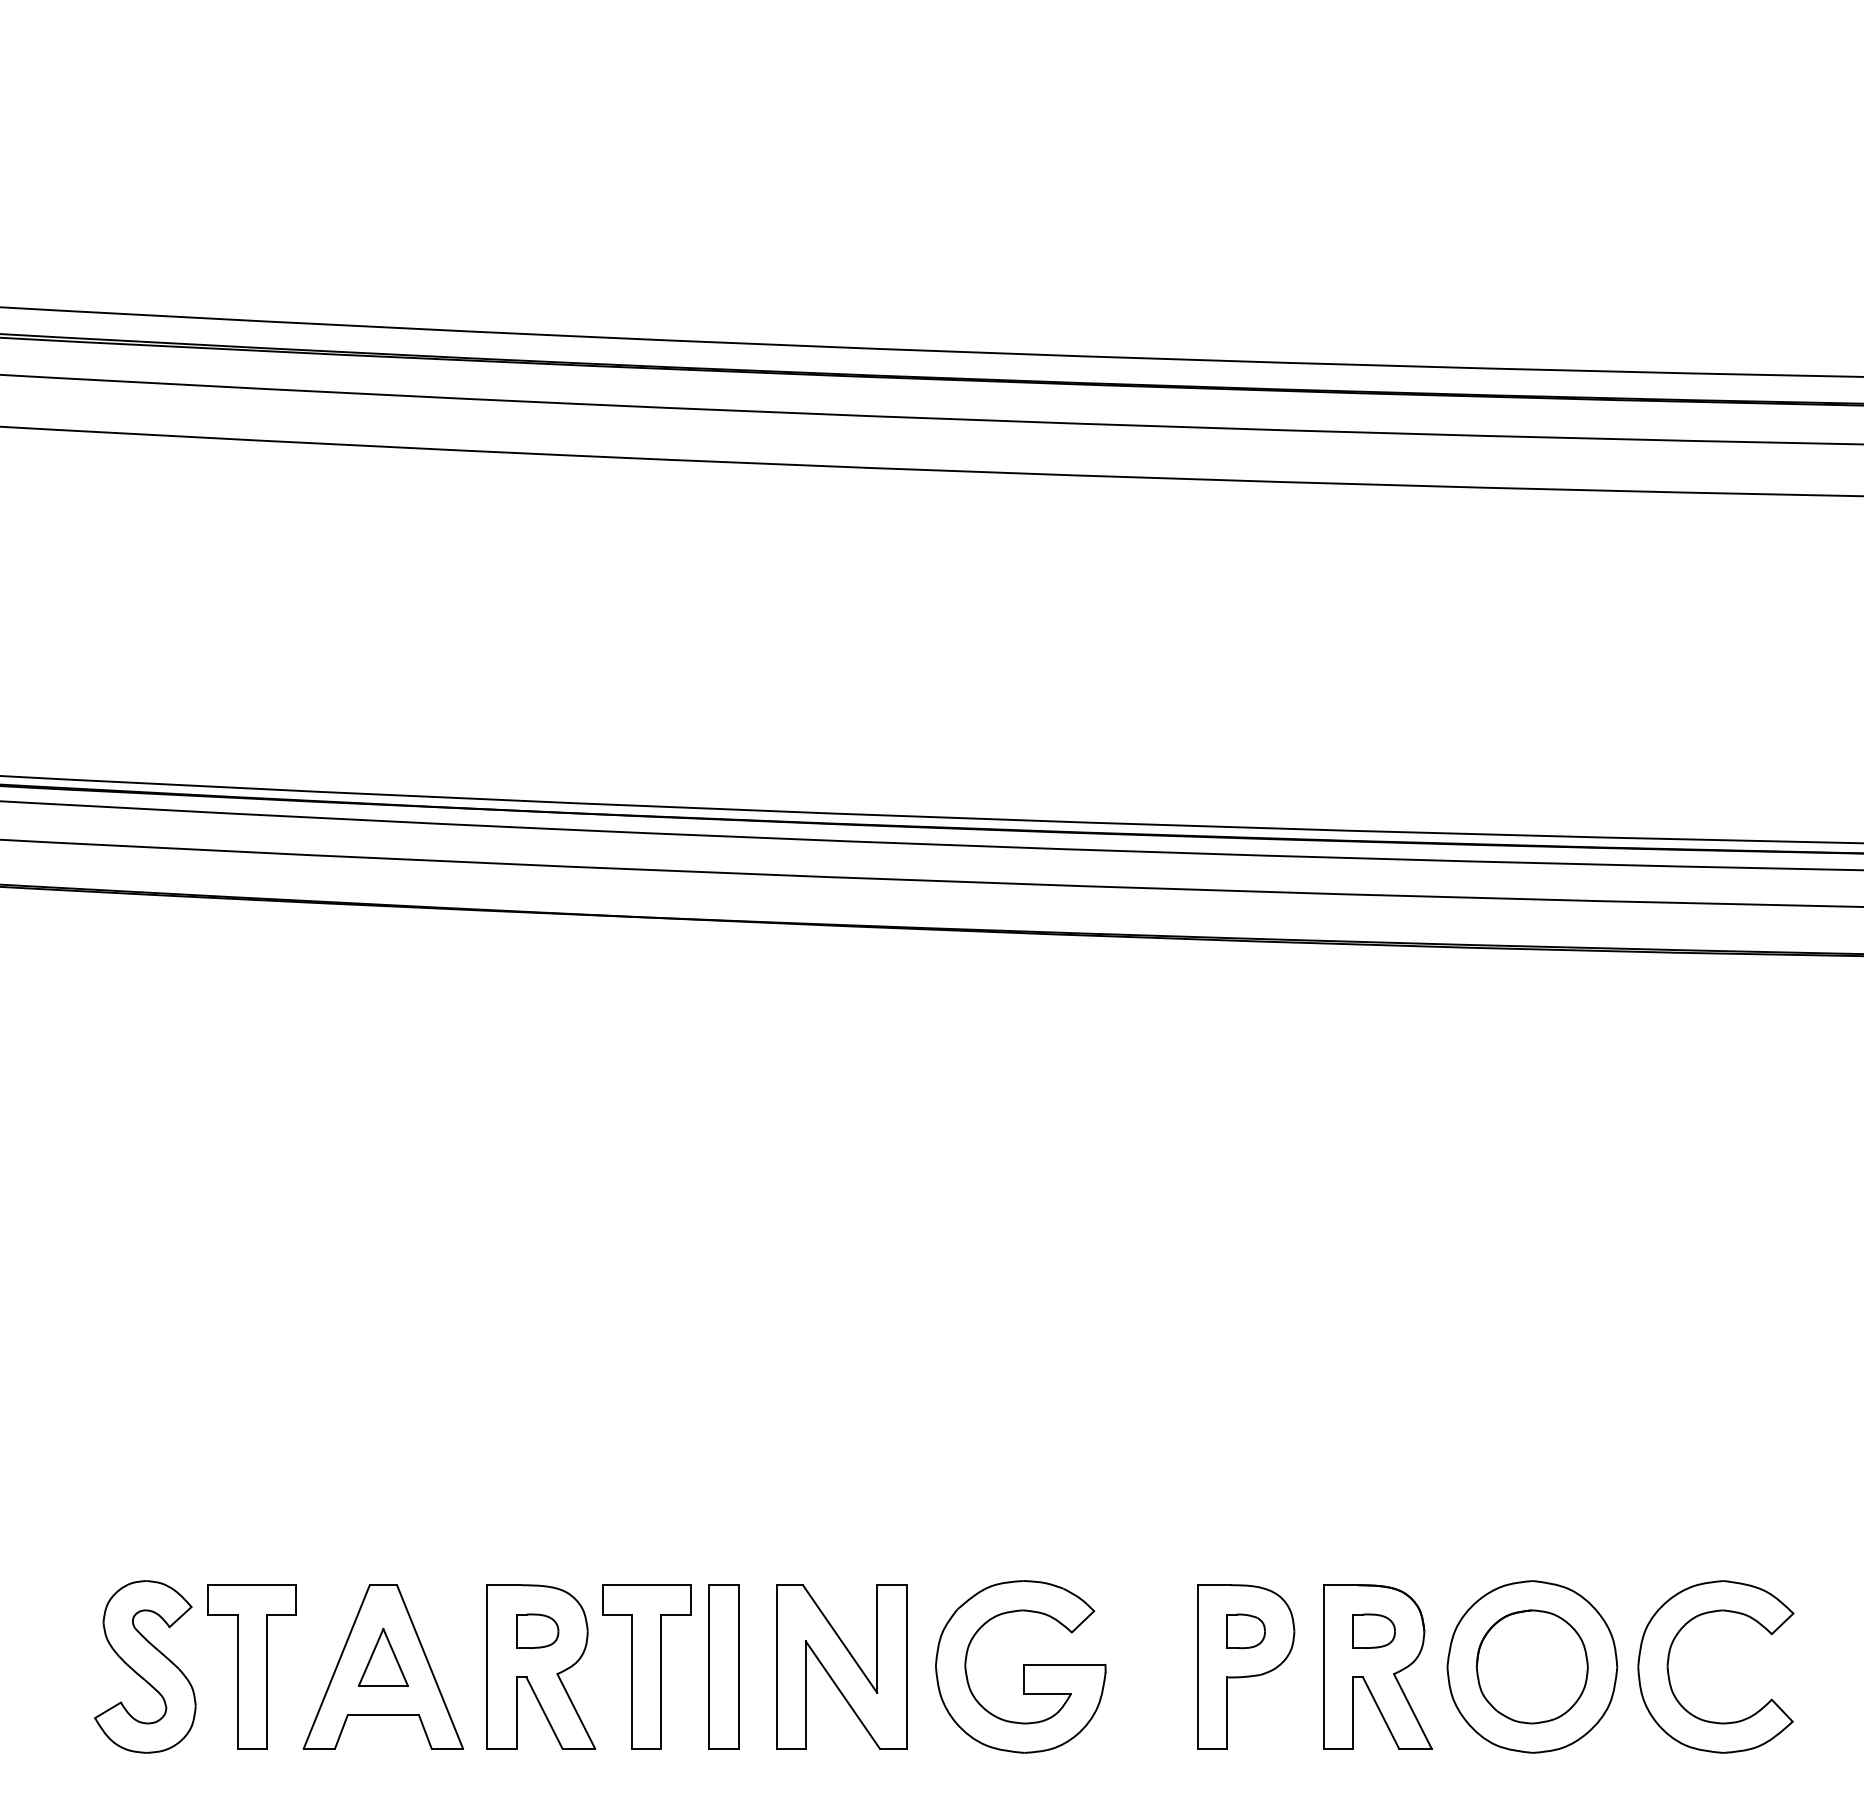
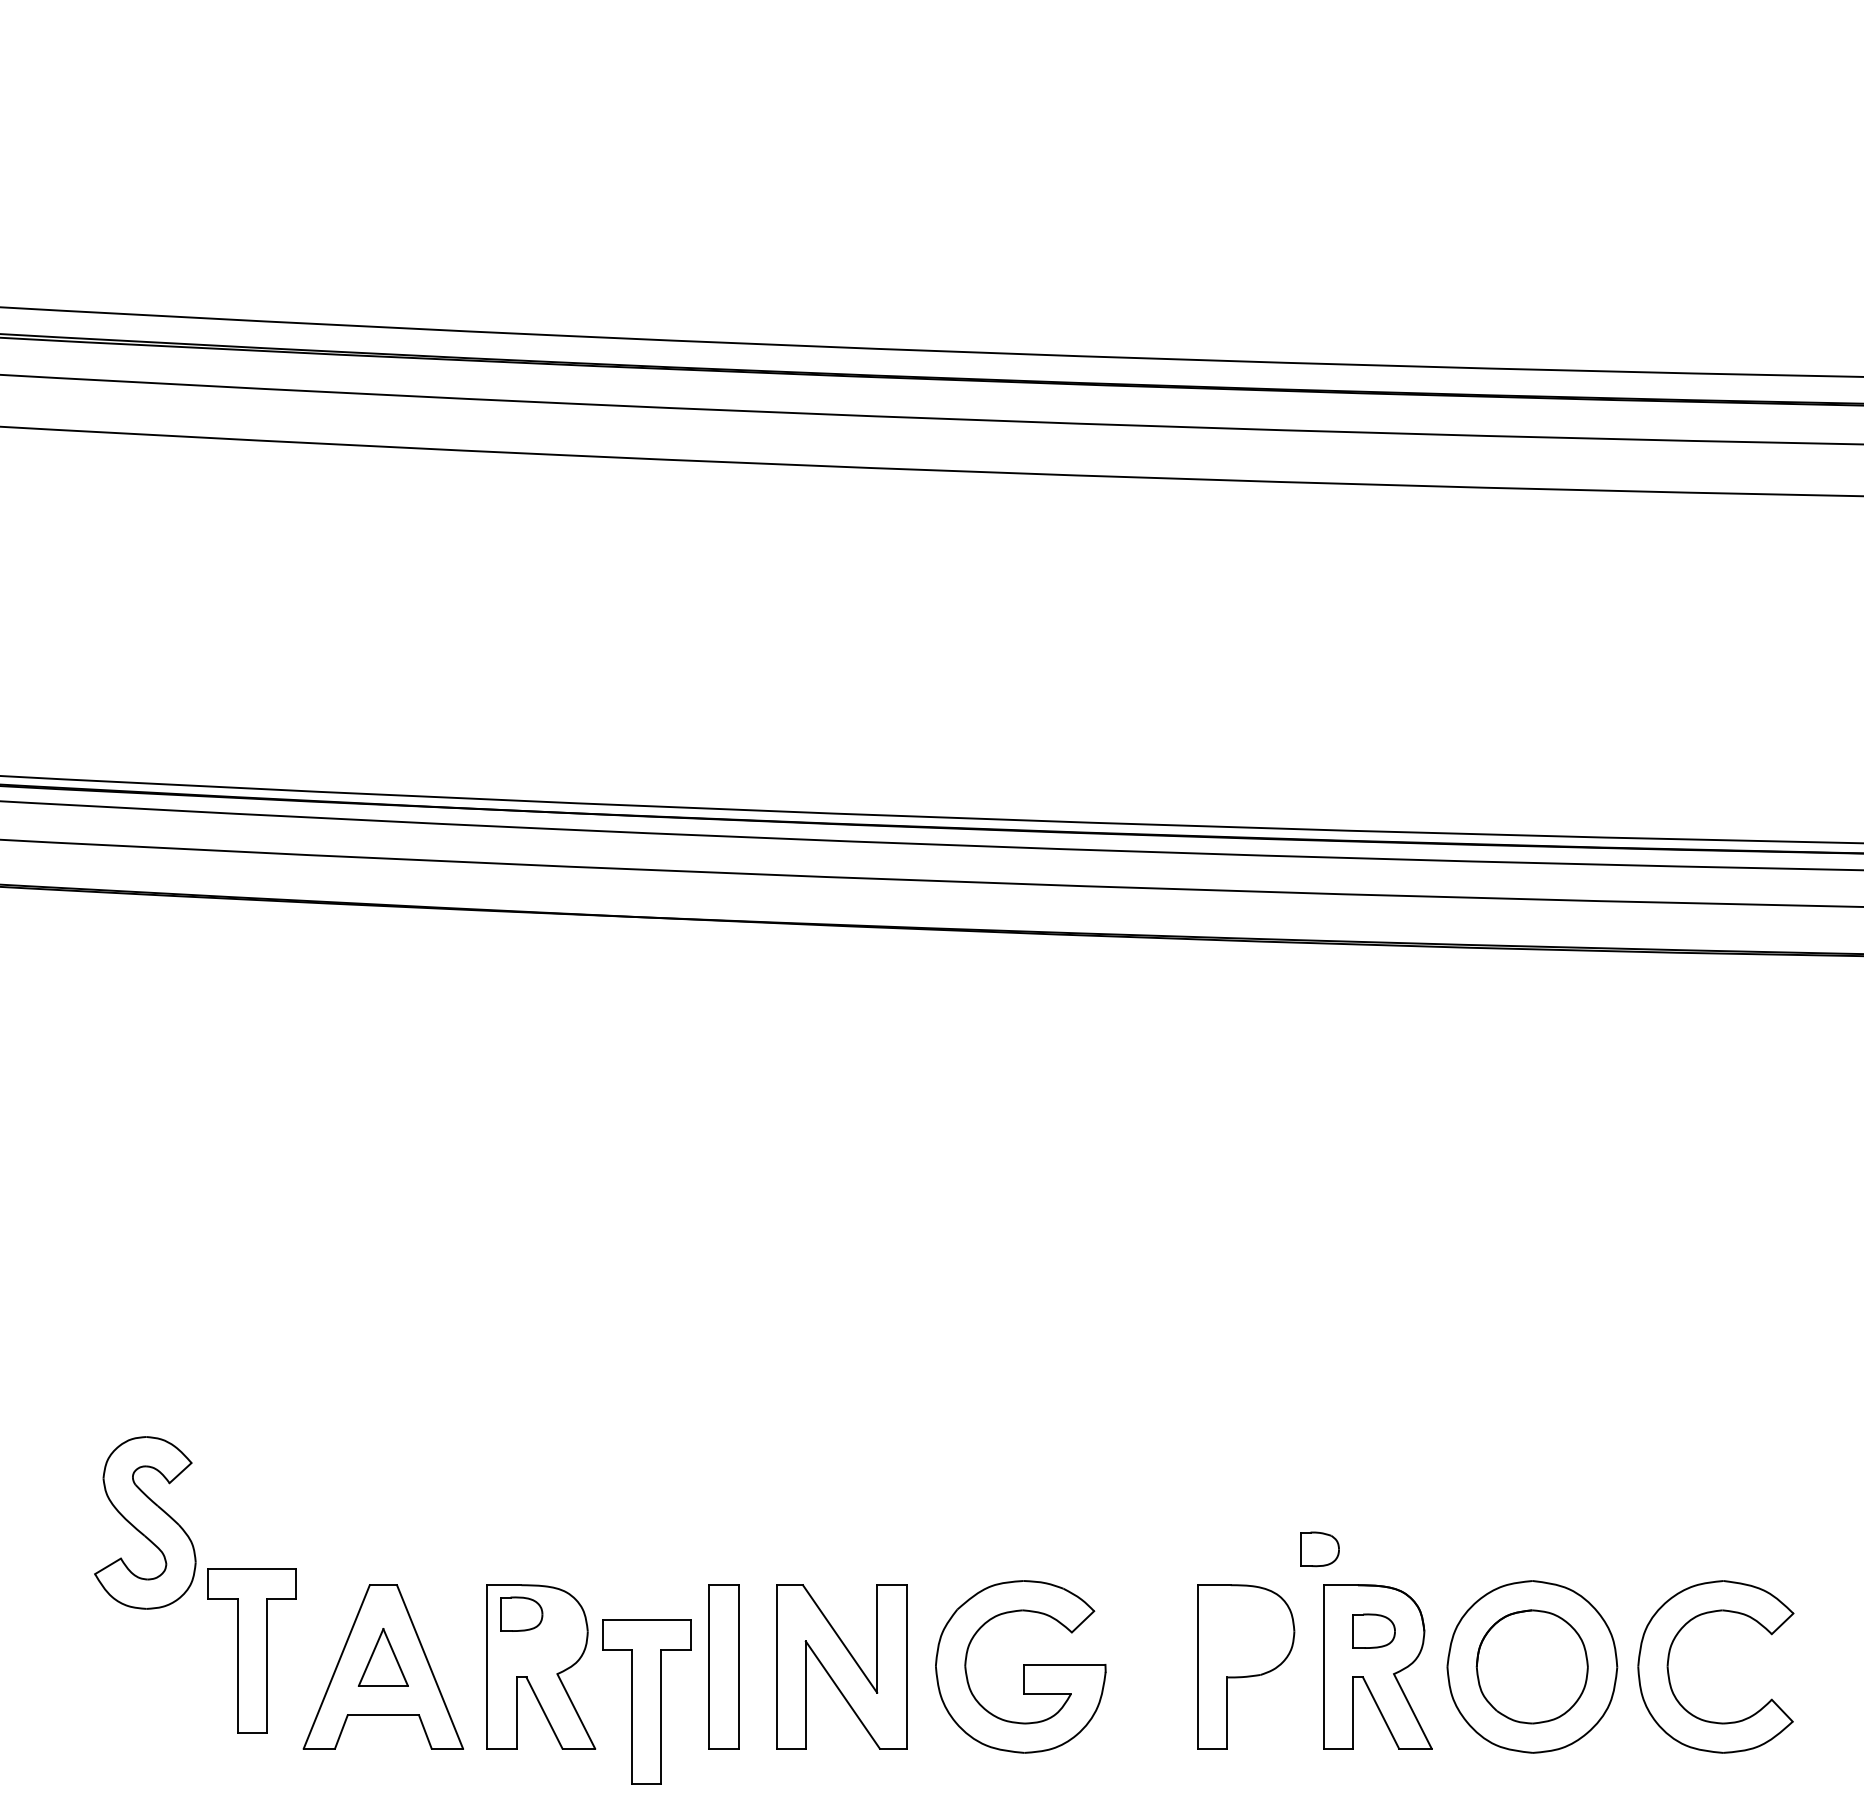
part at (537, 1630) position: (537, 1630) -> (521, 1613)
part at (1245, 1631) position: (1245, 1631) -> (1319, 1549)
part at (145, 1666) position: (145, 1666) -> (145, 1522)
part at (251, 1666) position: (251, 1666) -> (251, 1650)
part at (646, 1666) position: (646, 1666) -> (646, 1701)
